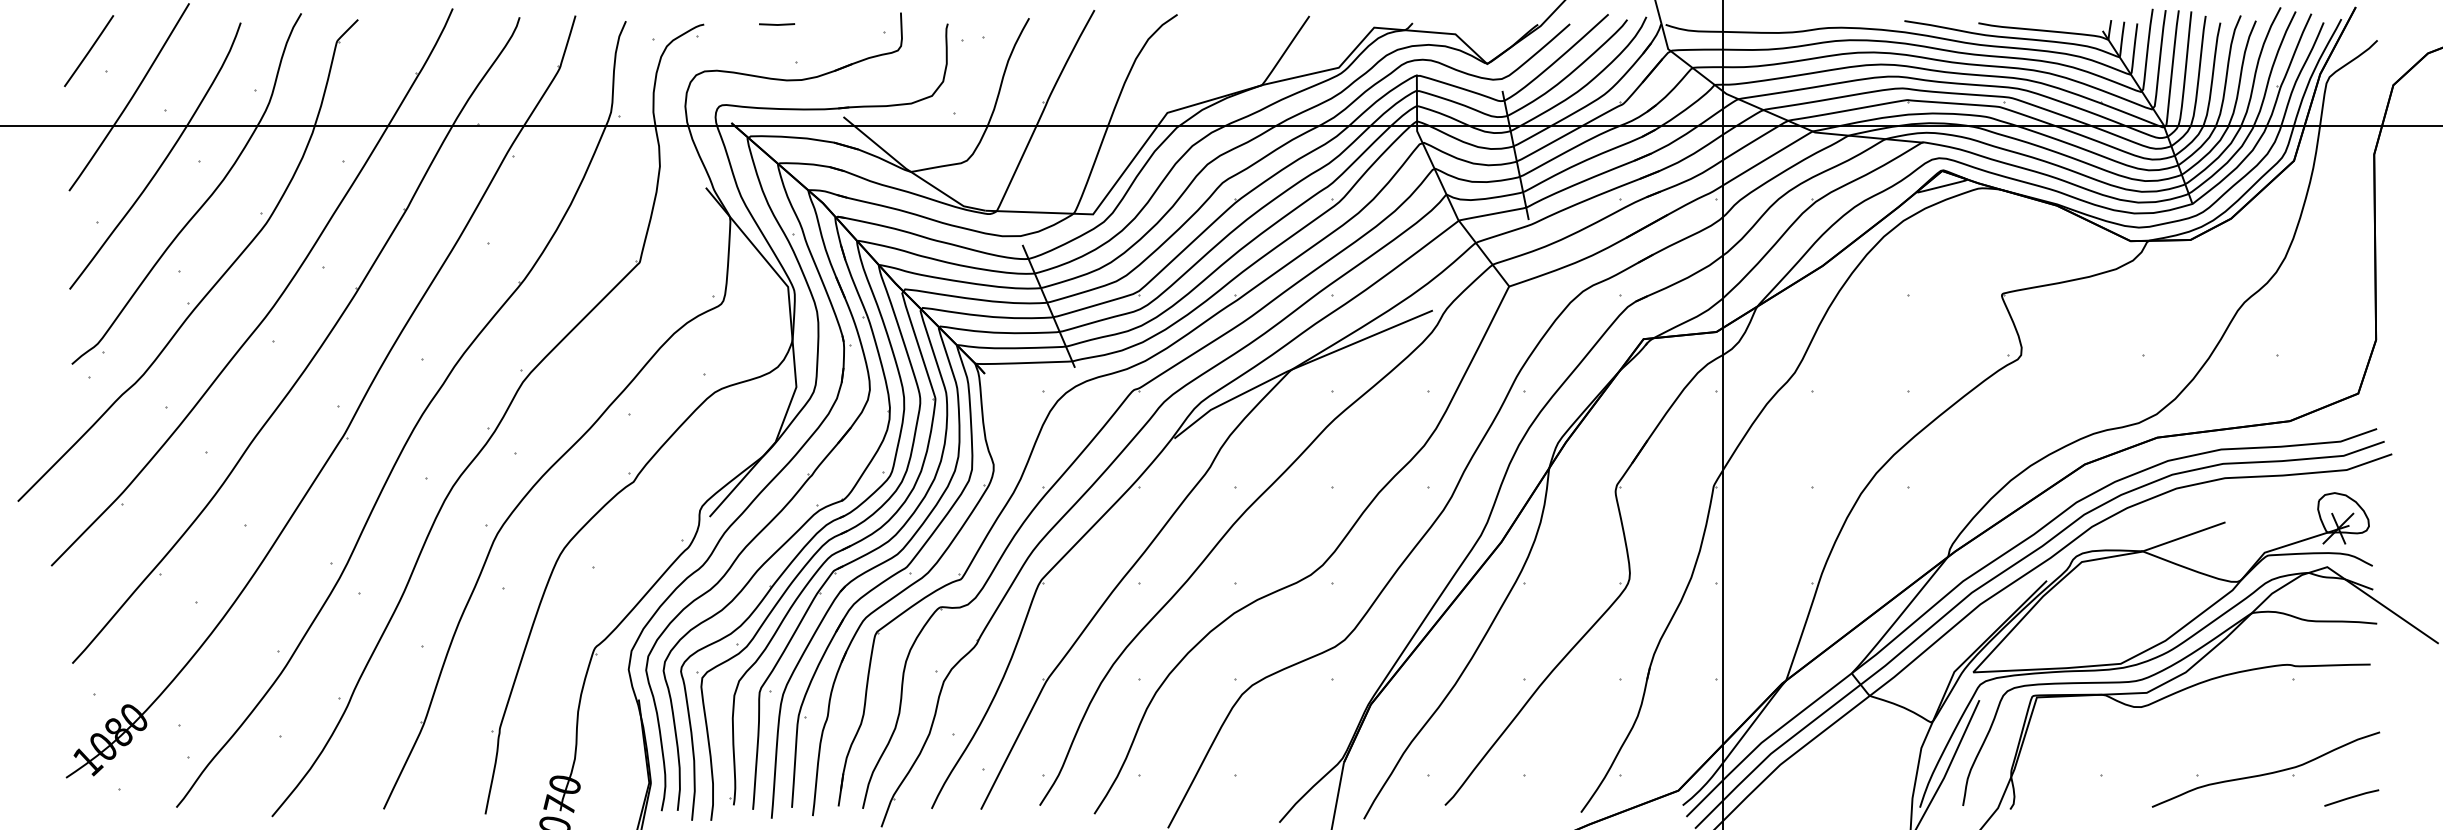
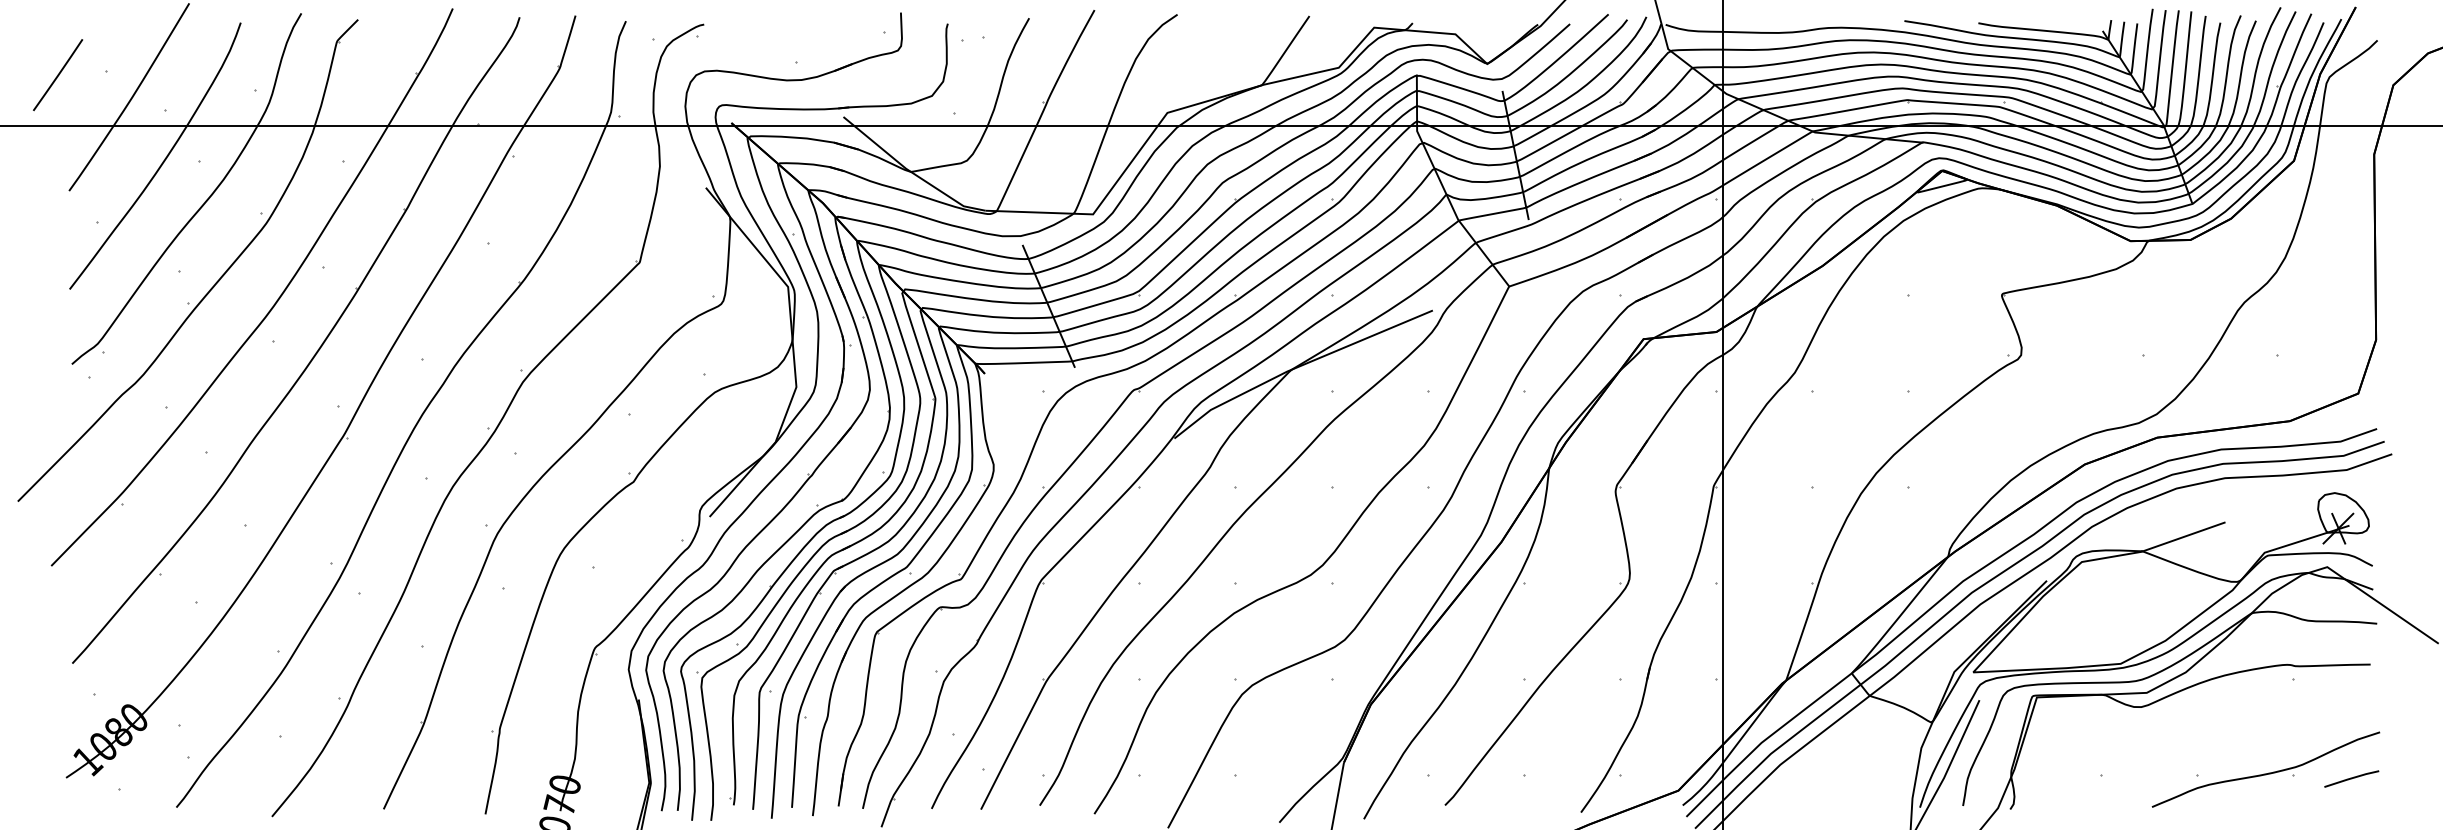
line at (777, 24): present -> none
line at (89, 51) position: (89, 51) -> (58, 75)
line at (2351, 797) position: (2351, 797) -> (2351, 778)
